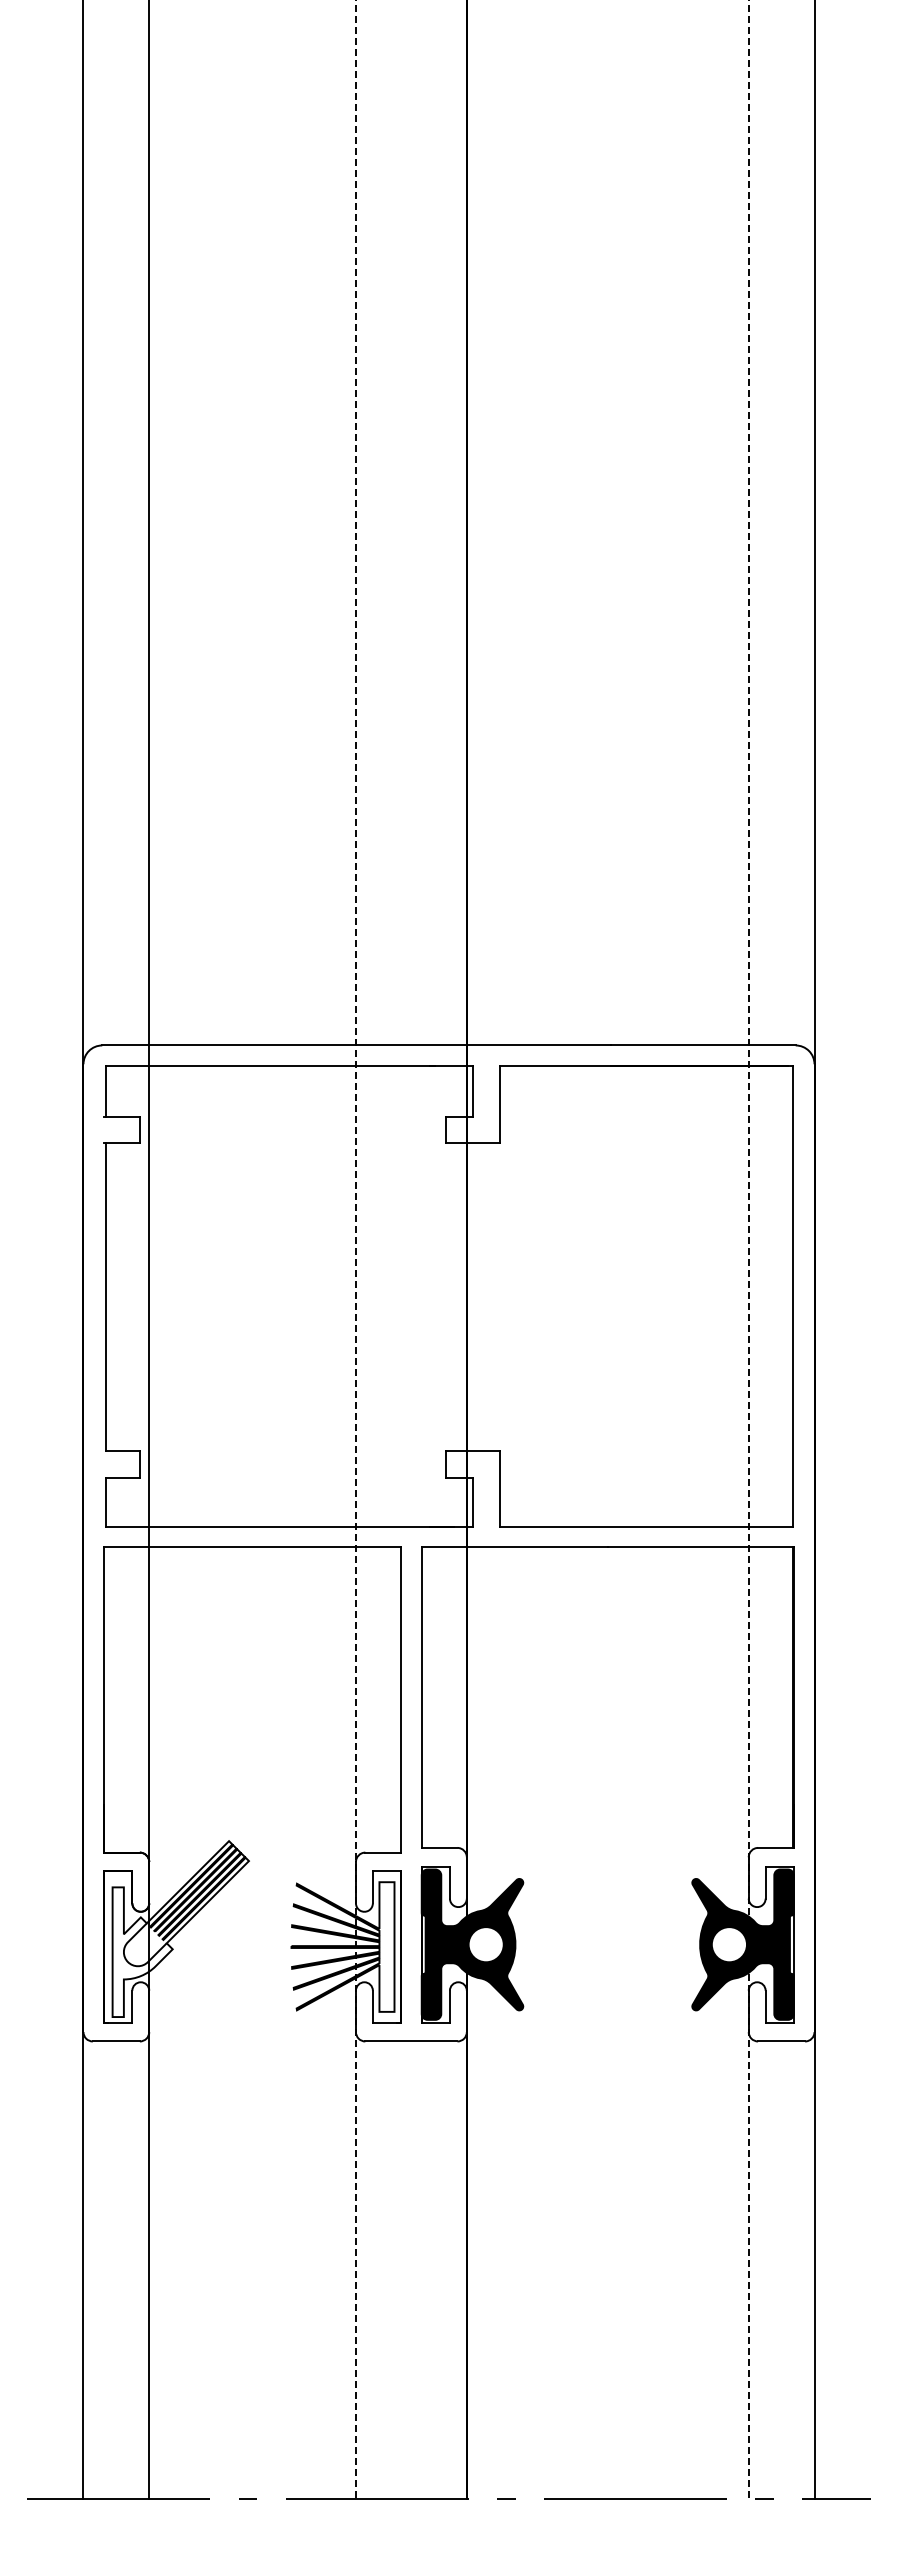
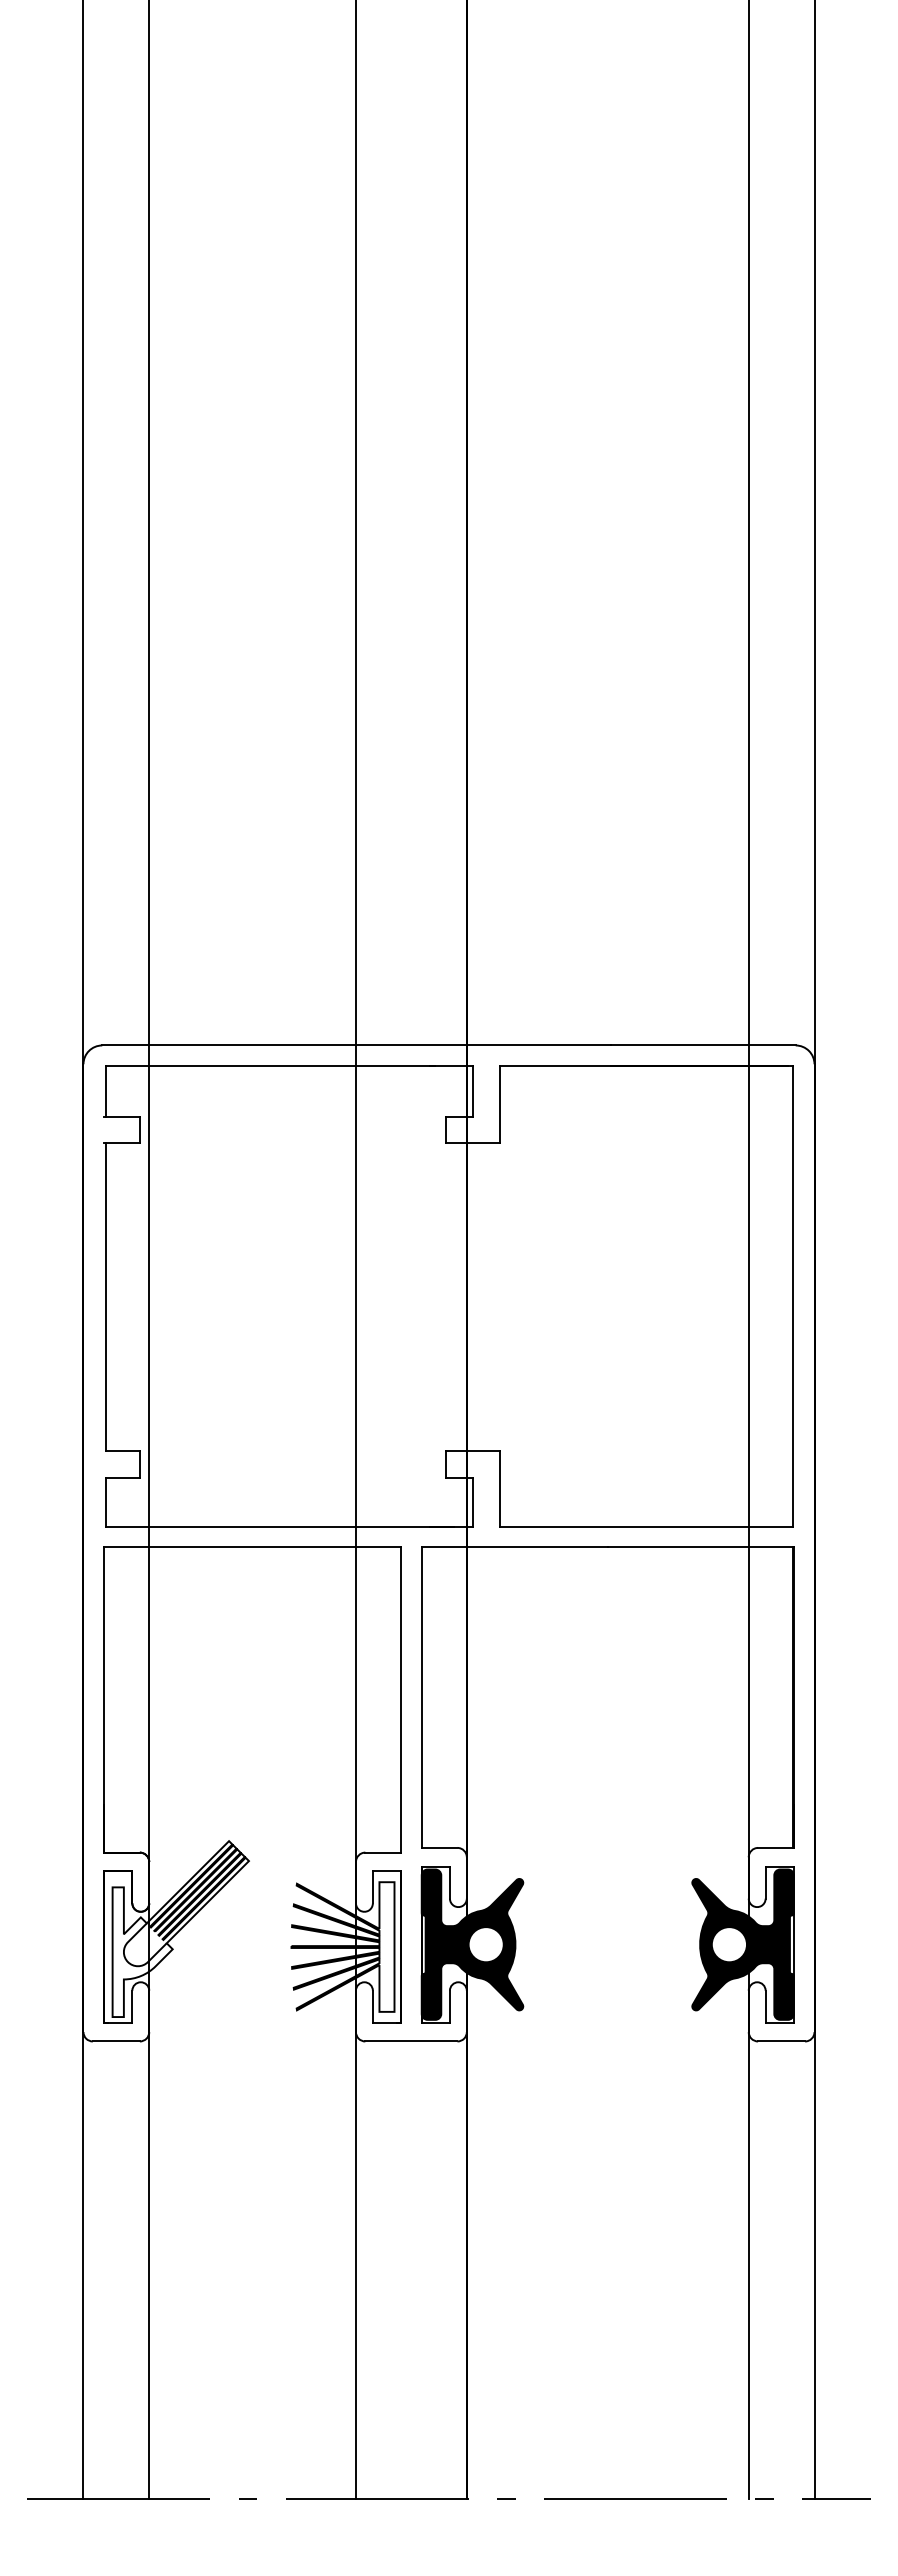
line at (355, 1249): dashed -> solid
line at (748, 1249): dashed -> solid
